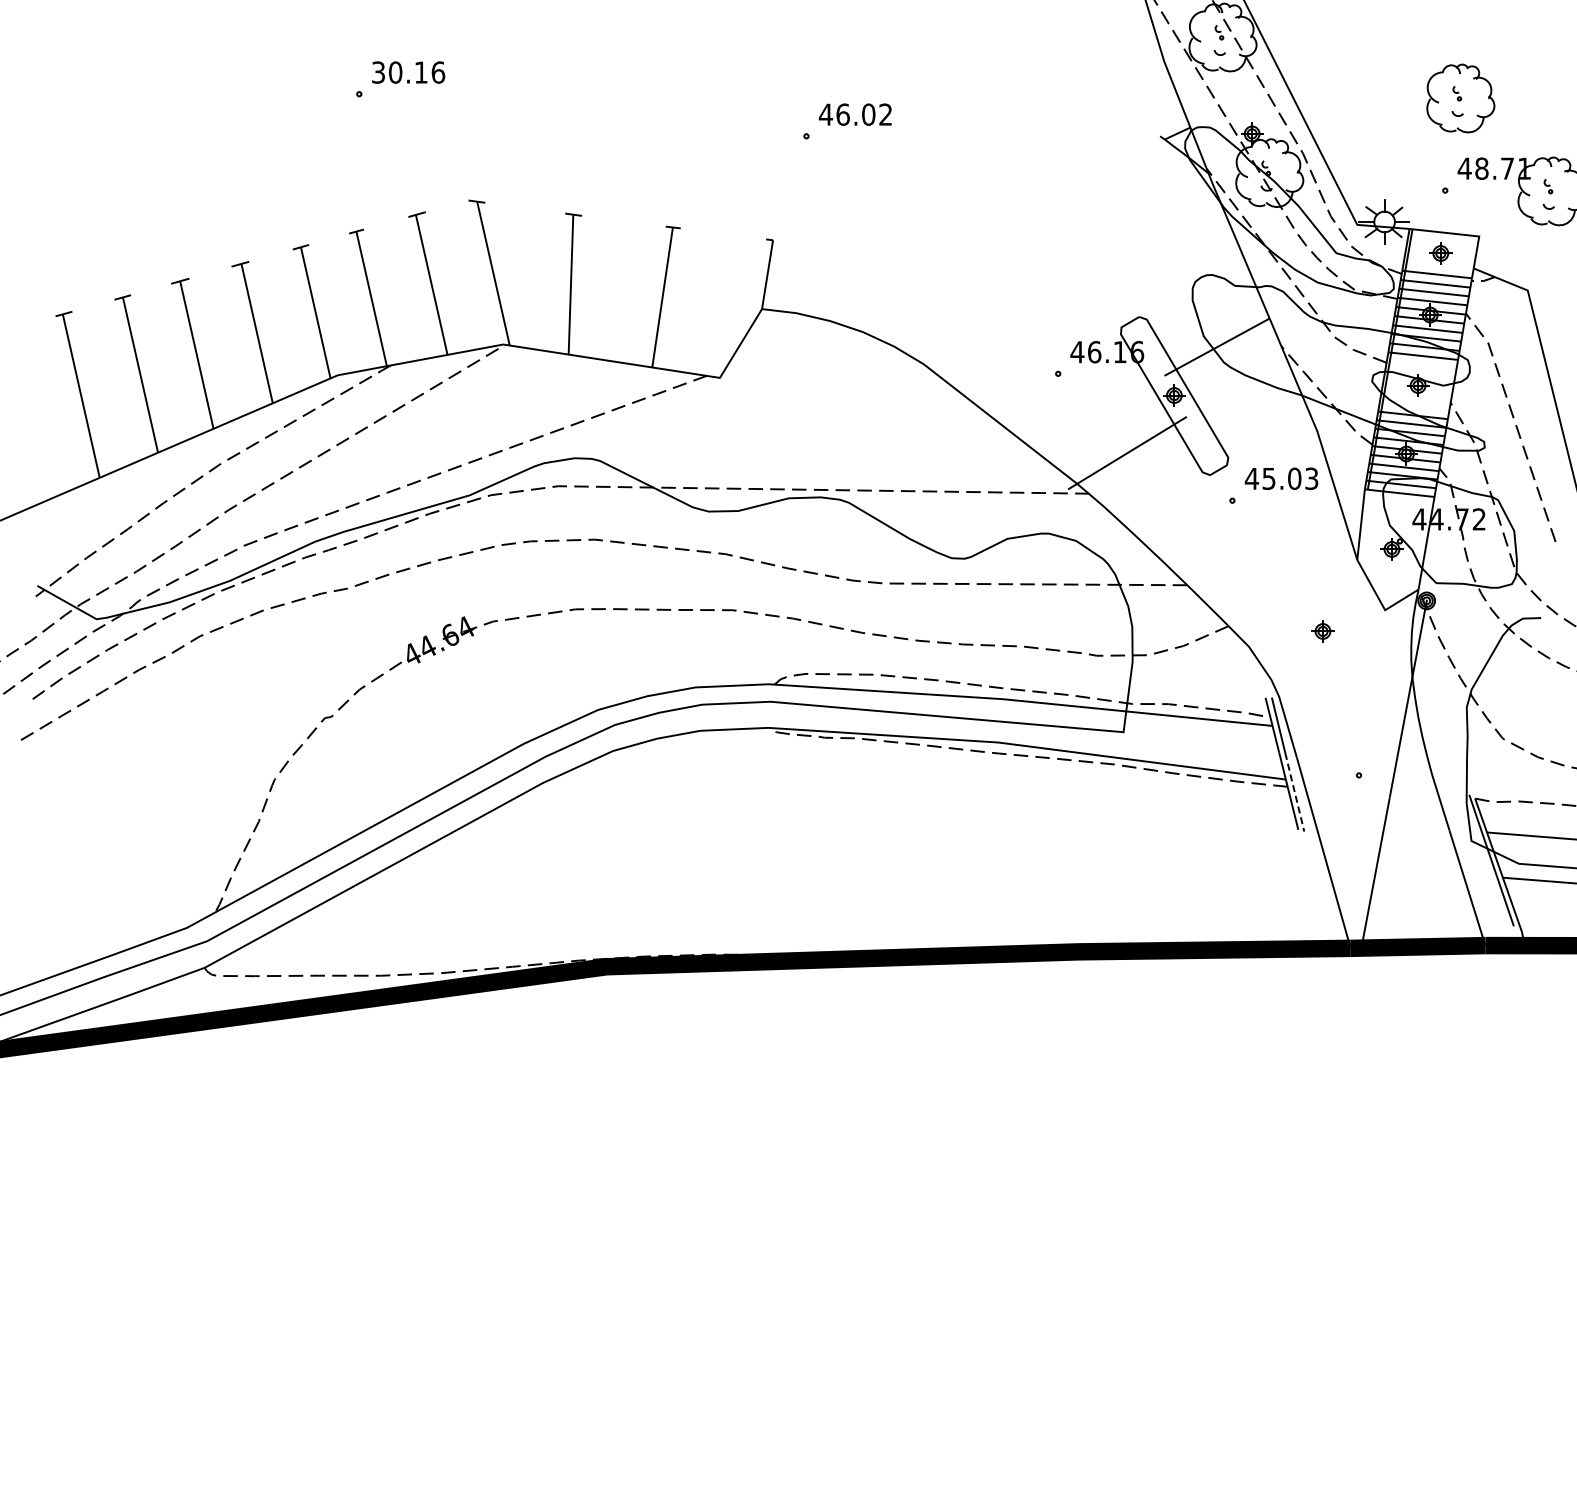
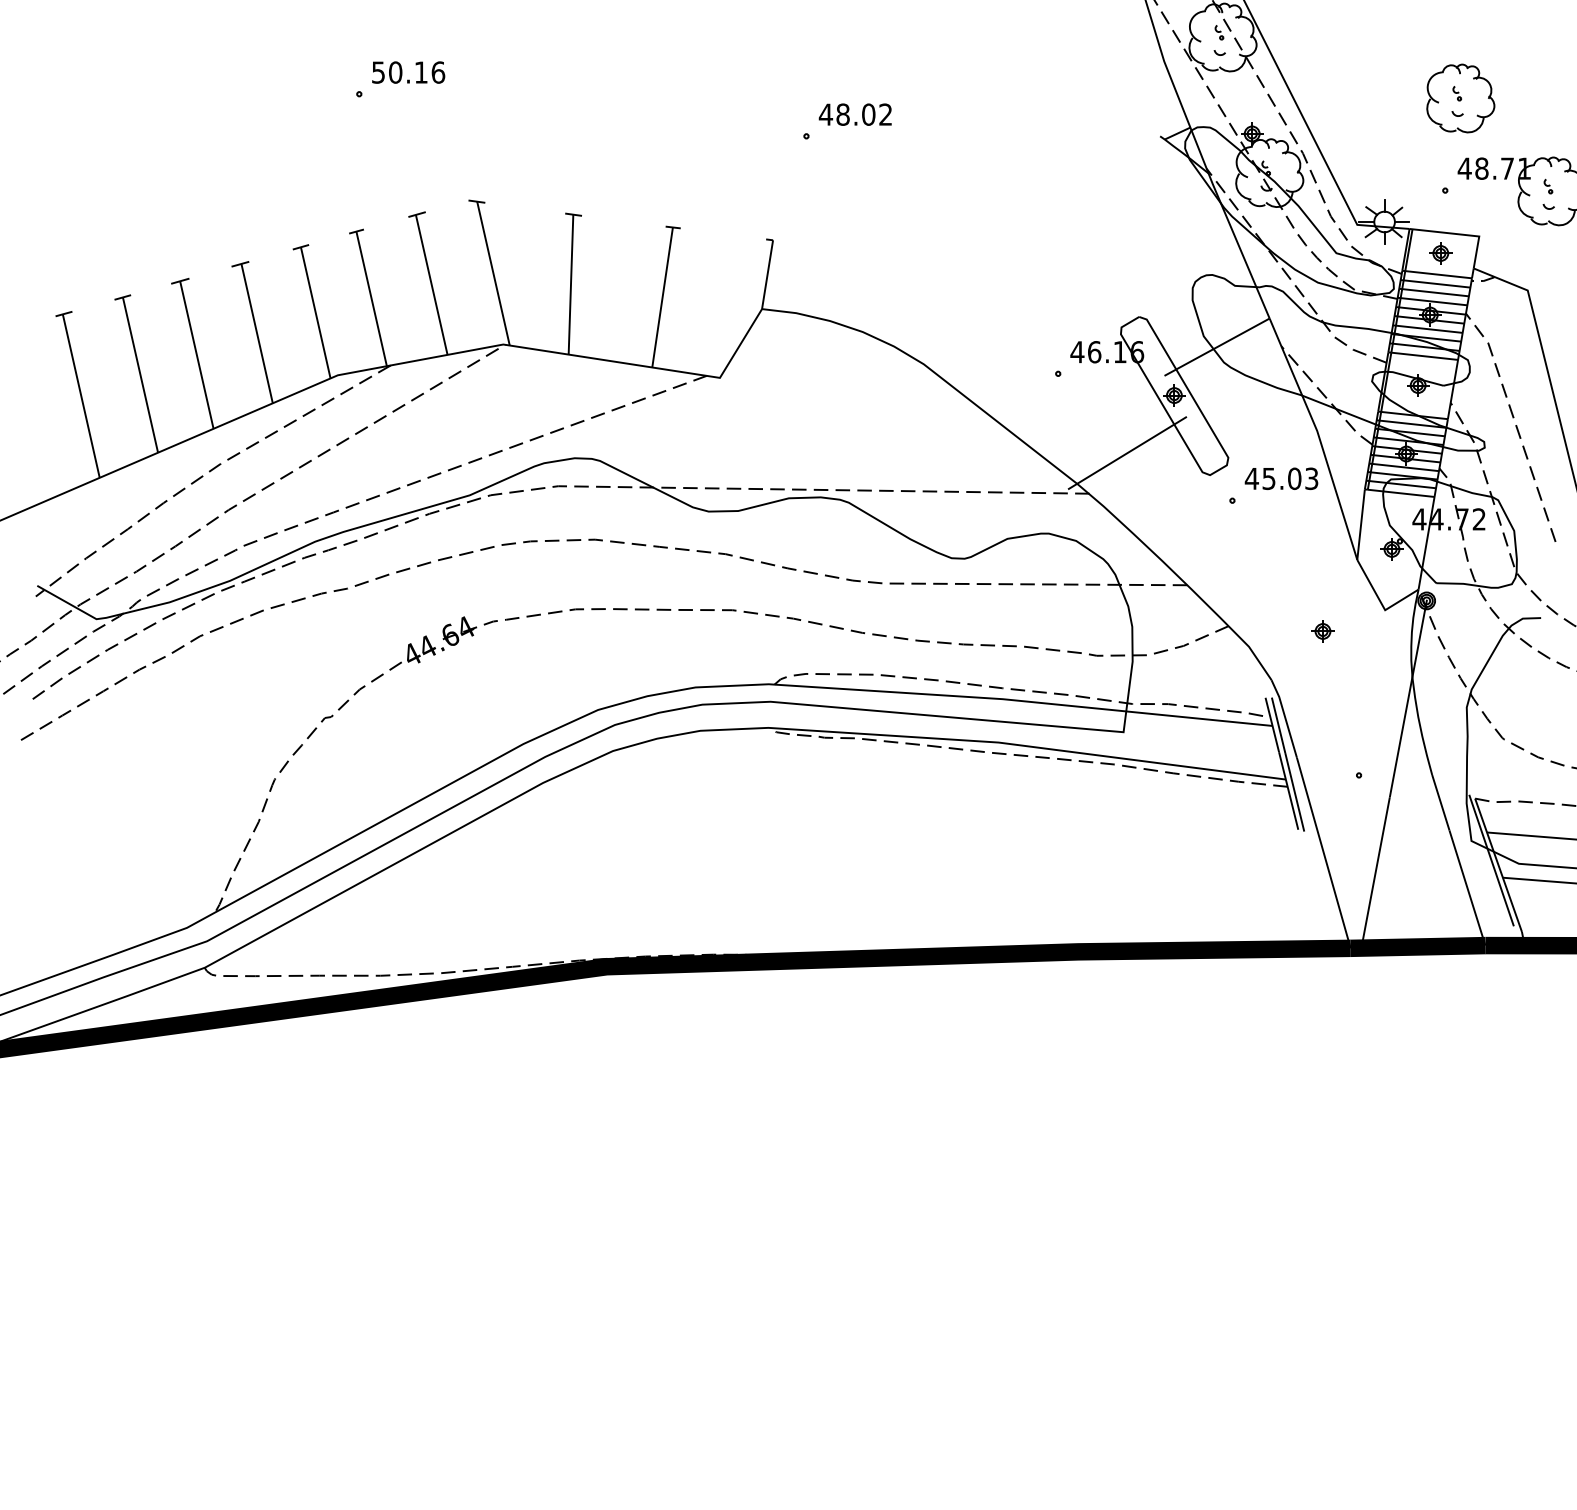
text at (378, 72): 30.16 -> 50.16
text at (842, 114): 46.02 -> 48.02
line at (1294, 792): dashed -> solid
